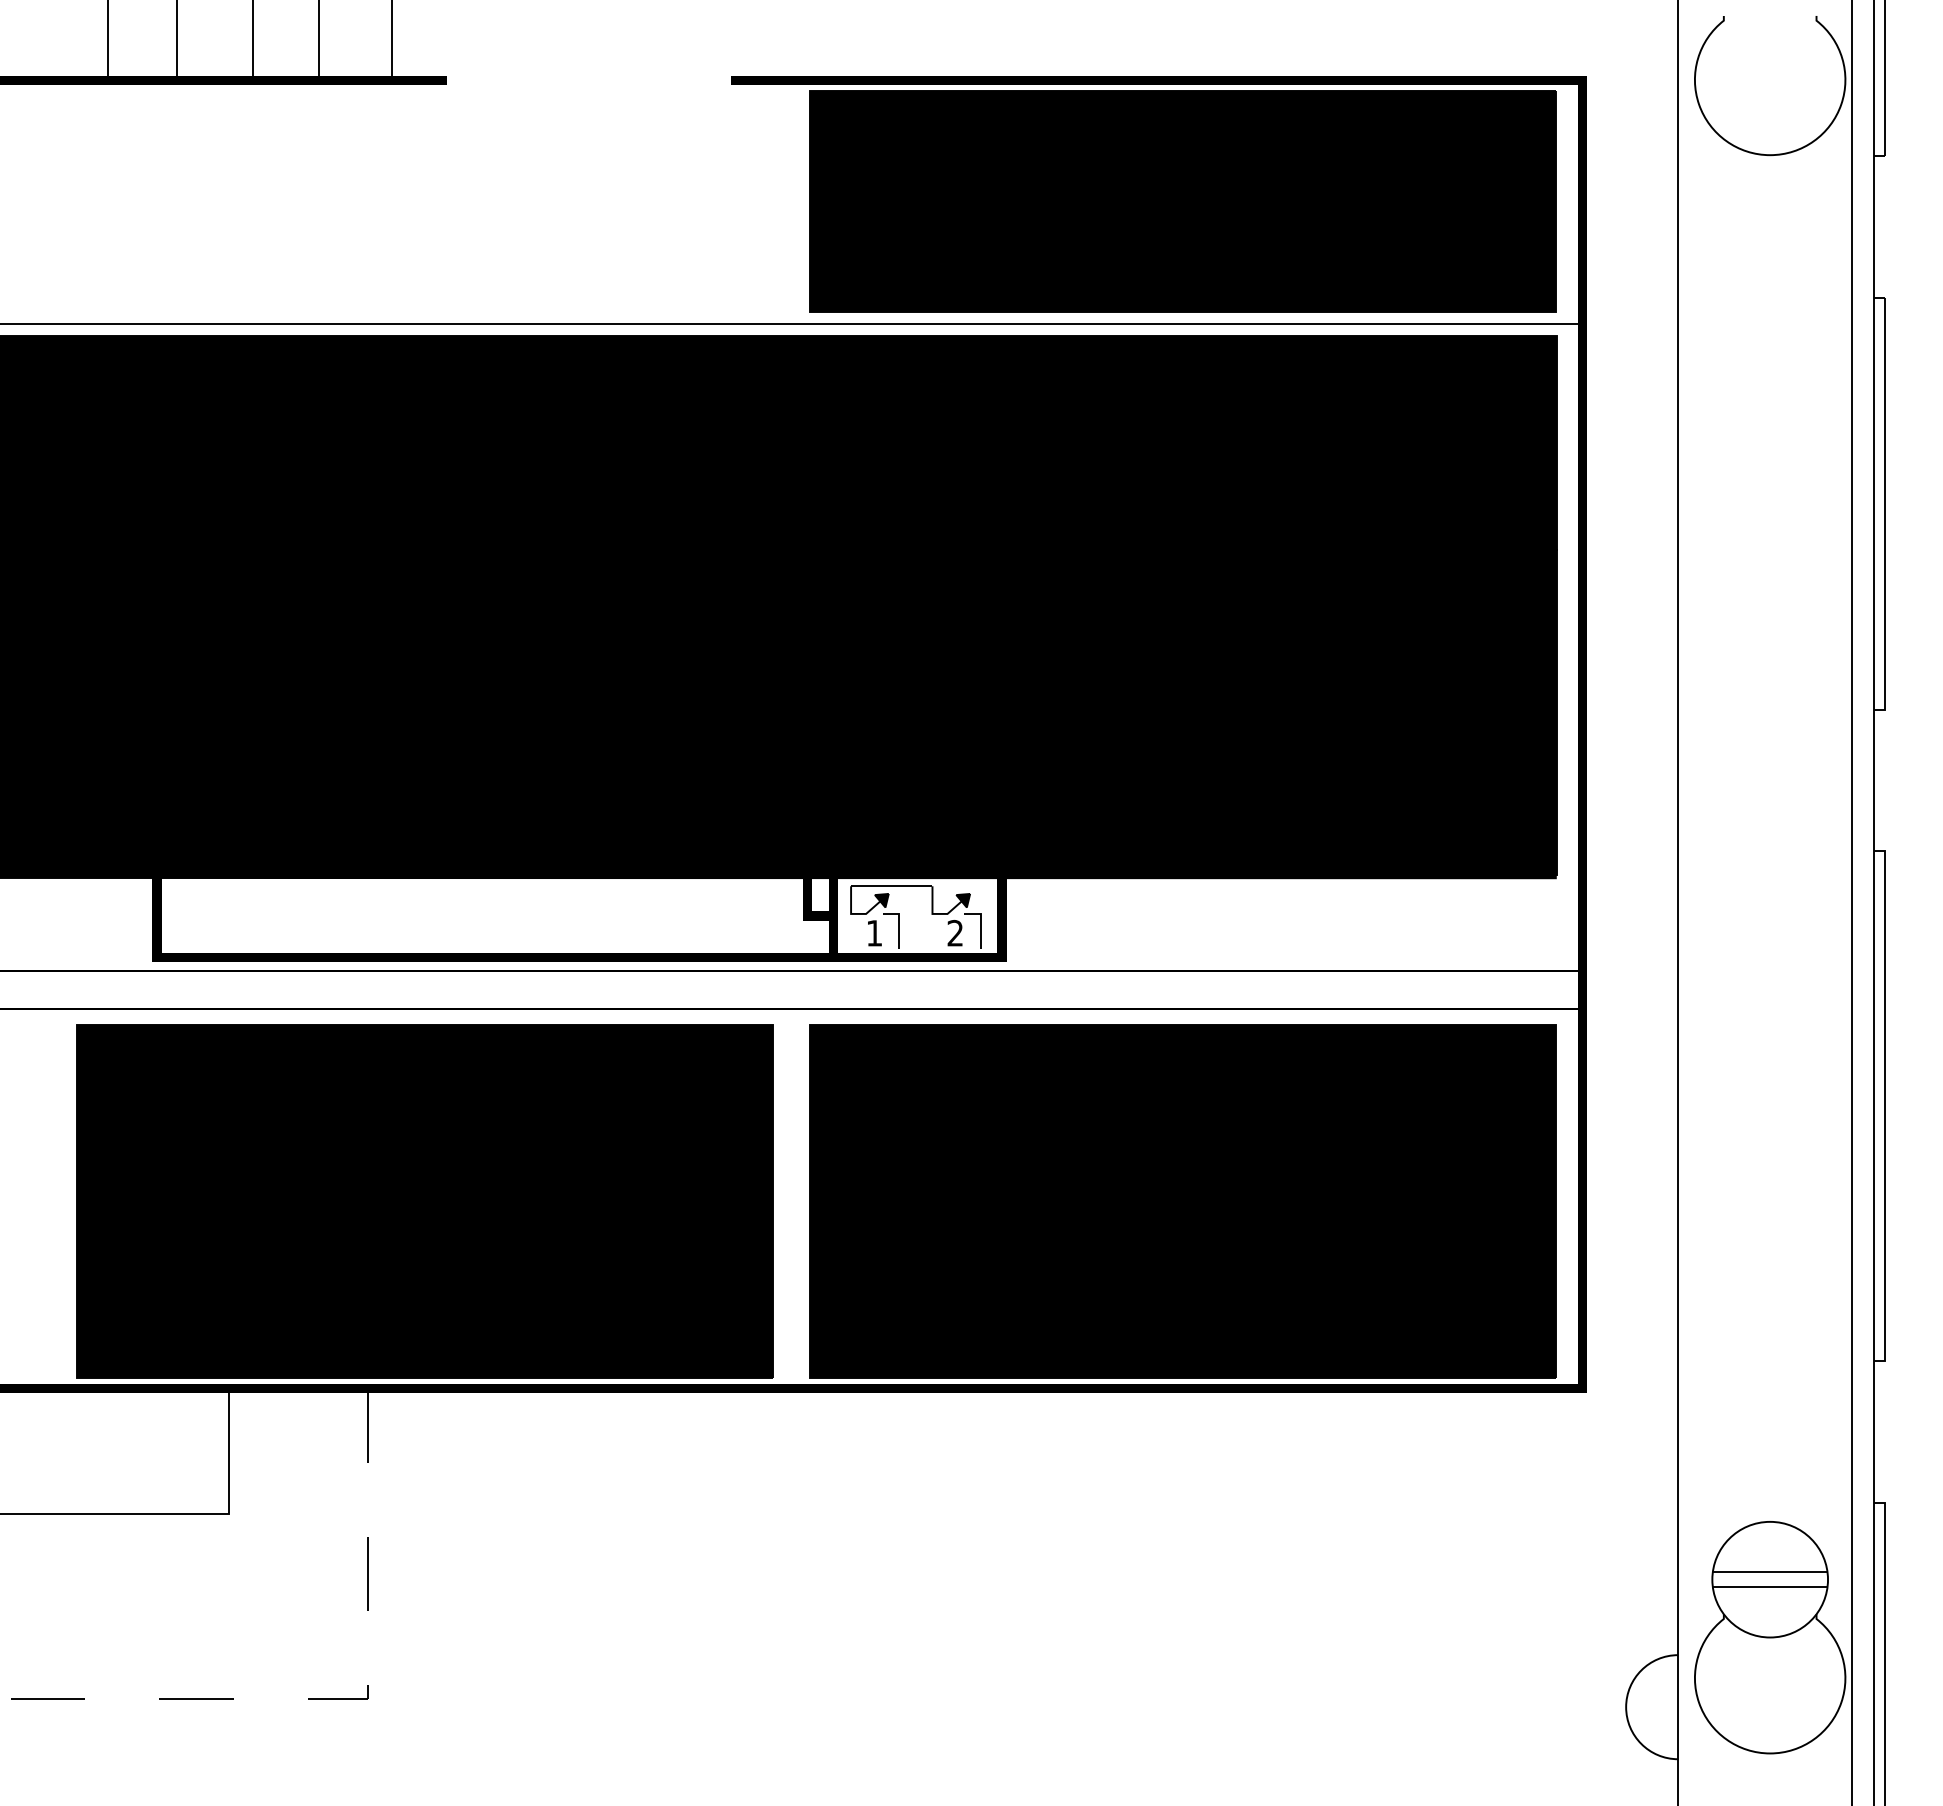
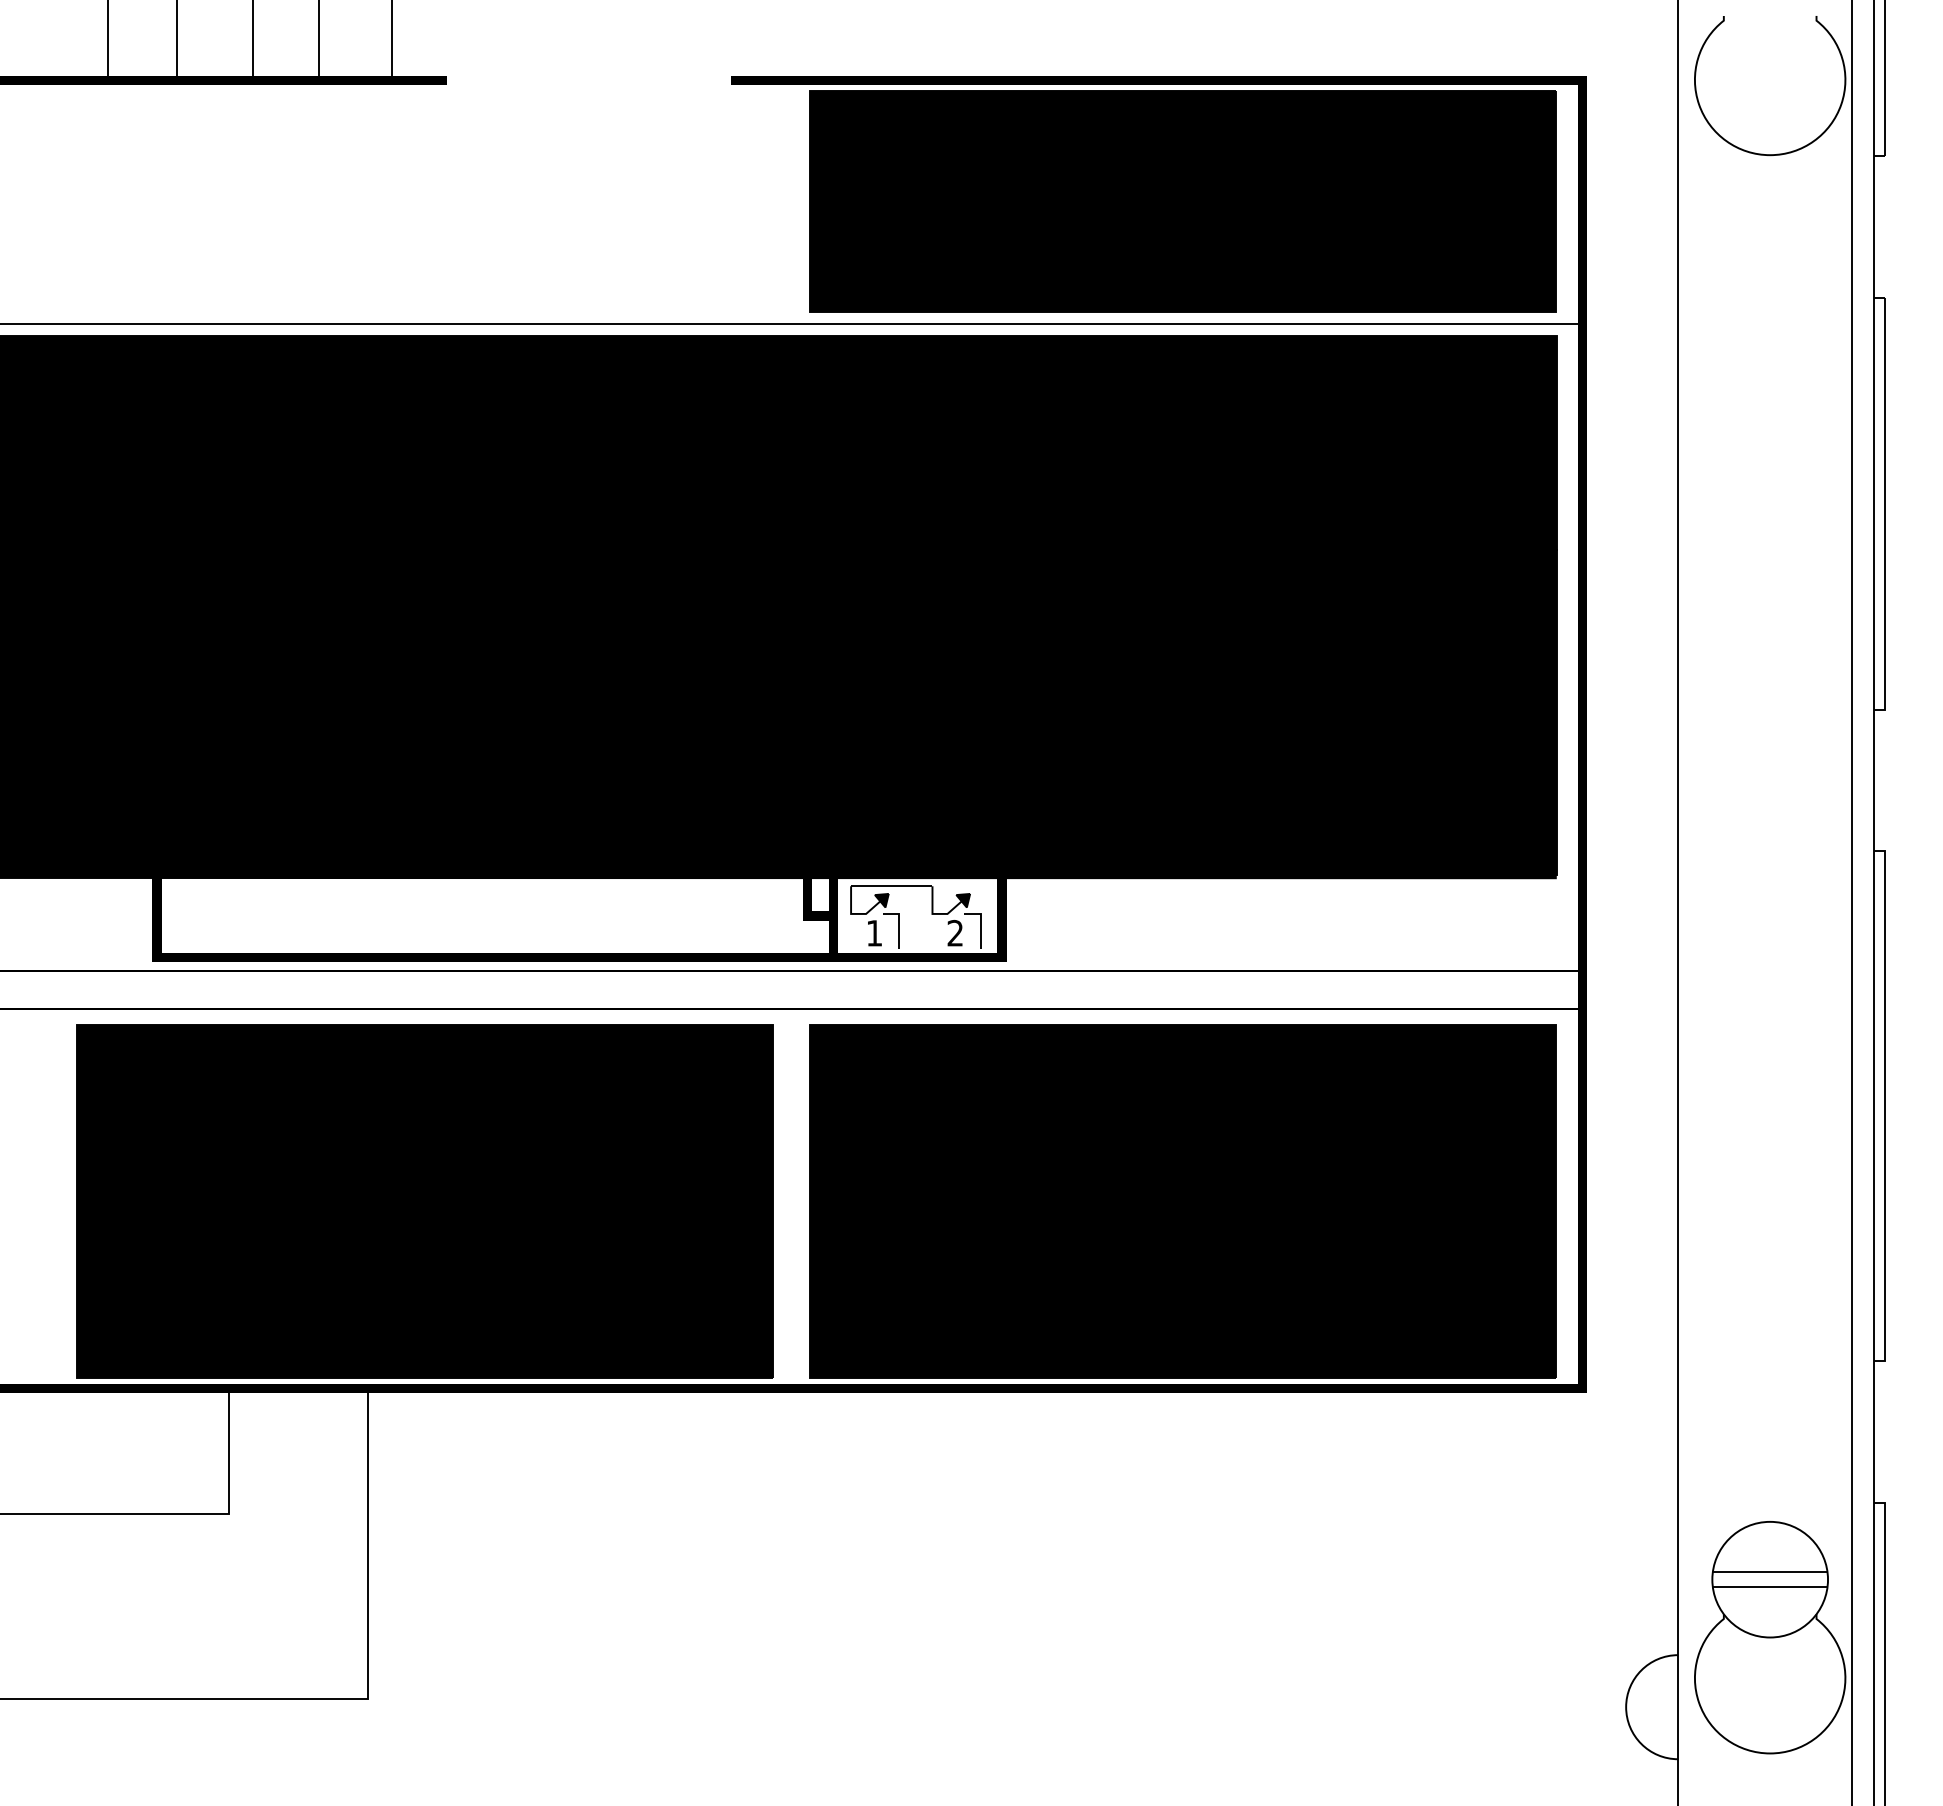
line at (339, 1699): dashed -> solid
